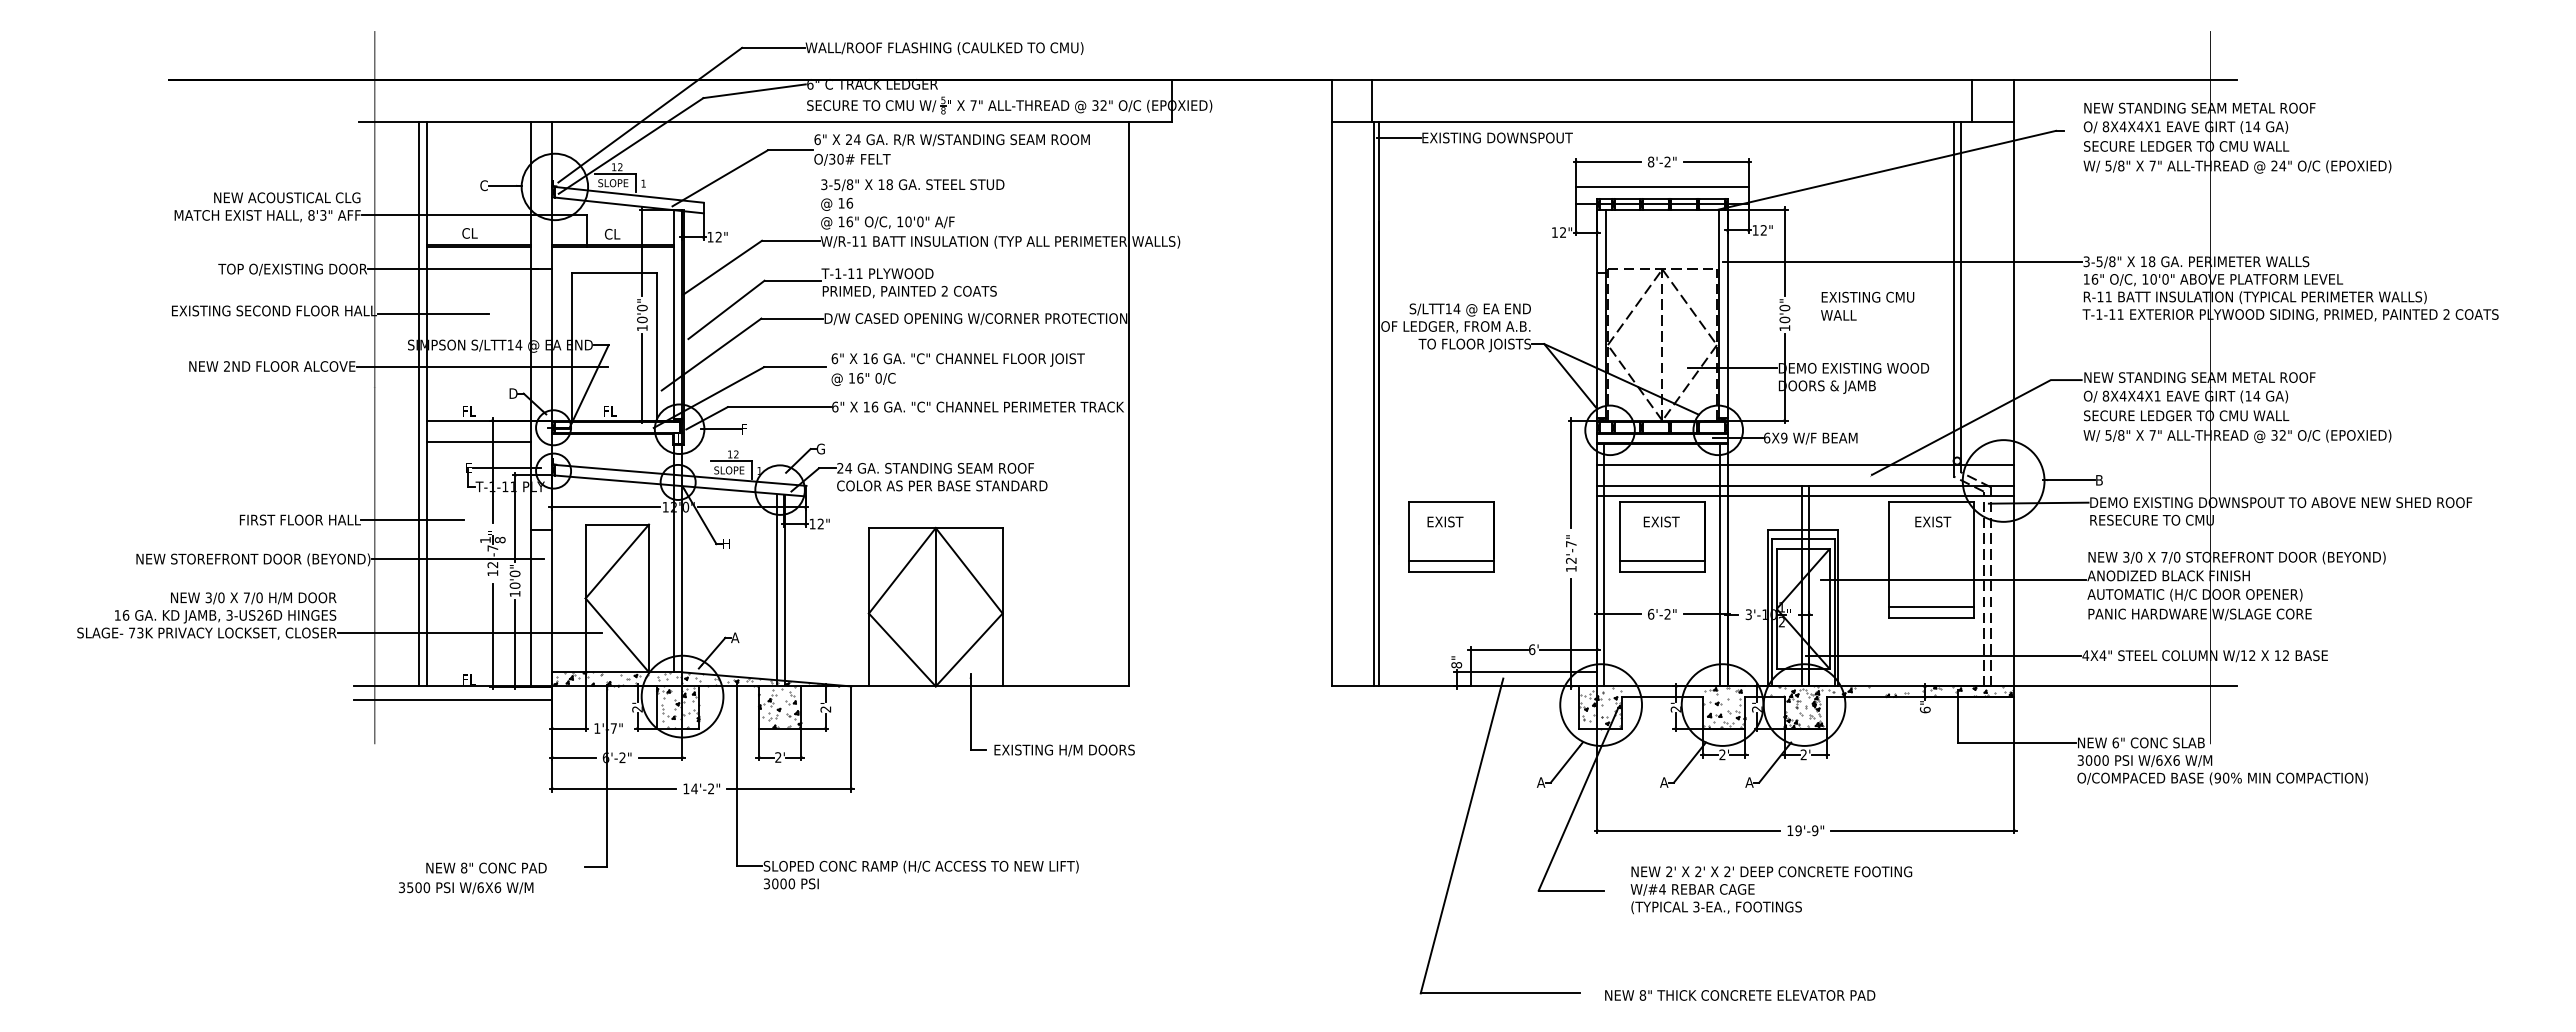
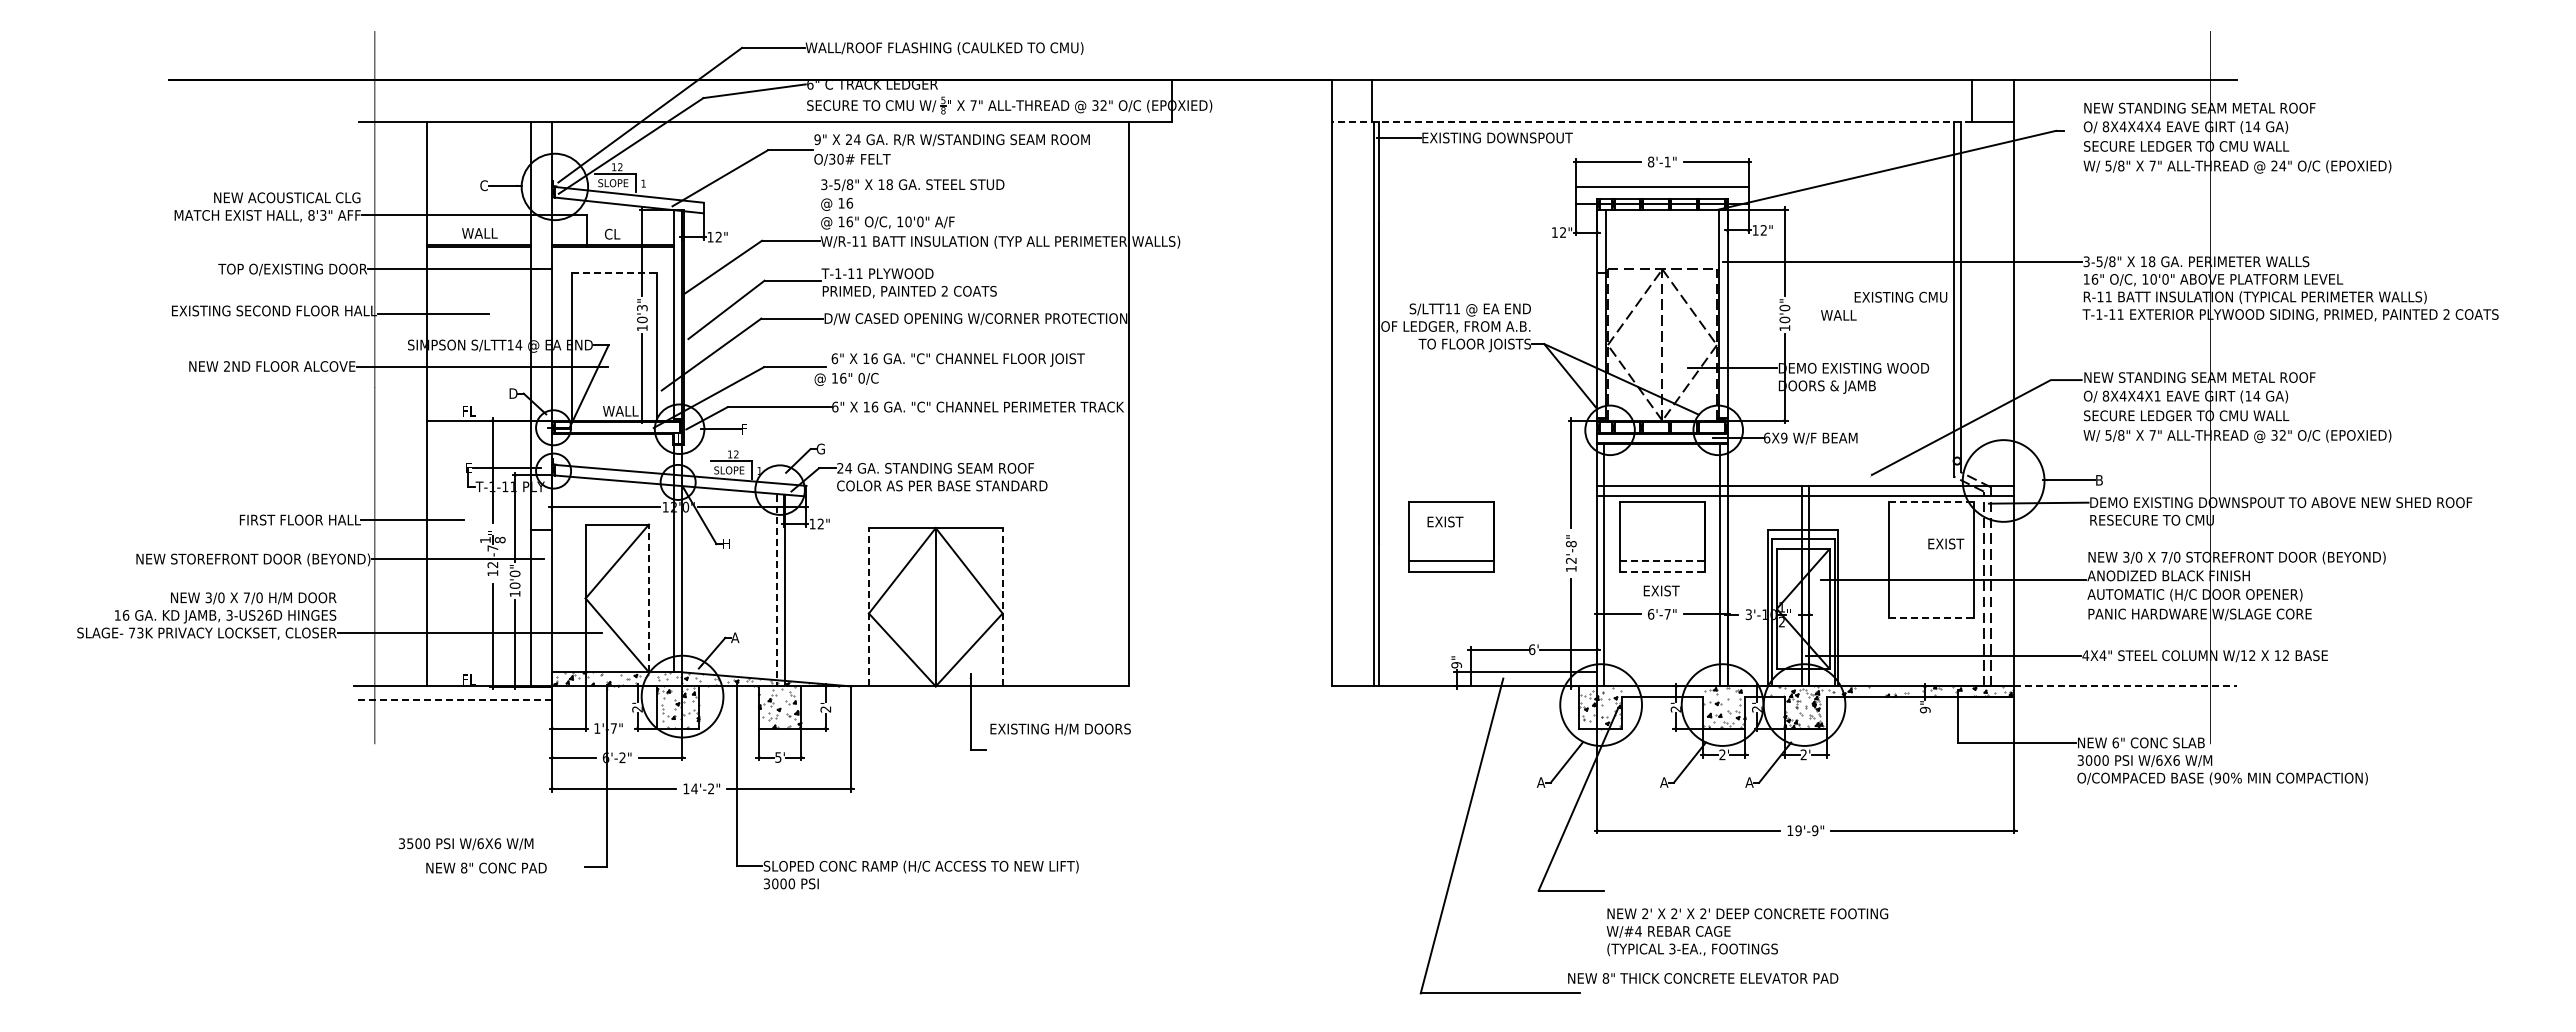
line at (1651, 121): solid -> dashed
text at (2157, 126): 8X4X4X1 -> 8X4X4X4
text at (817, 139): 6" -> 9"
text at (1667, 161): 8'-2" -> 8'-1"
text at (479, 233): CL -> WALL
line at (614, 272): solid -> dashed
text at (1867, 296) position: (1867, 296) -> (1900, 296)
text at (642, 307): 10'0" -> 10'3"
text at (1456, 308): S/LTT14 -> S/LTT11
text at (863, 379) position: (863, 379) -> (846, 379)
line at (418, 403): present -> none
text at (620, 411): FL -> WALL
line at (479, 441): present -> none
line at (1805, 464): present -> none
line at (1932, 501): solid -> dashed
text at (1661, 521) position: (1661, 521) -> (1661, 590)
text at (1933, 521) position: (1933, 521) -> (1946, 543)
text at (1571, 544): 12'-7" -> 12'-8"
line at (1662, 561): solid -> dashed
line at (1662, 572): solid -> dashed
line at (777, 589): solid -> dashed
line at (649, 598): solid -> dashed
line at (868, 606): solid -> dashed
line at (1002, 606): solid -> dashed
line at (1931, 607): present -> none
text at (1667, 614): 6'-2" -> 6'-7"
line at (1932, 617): solid -> dashed
text at (1456, 665): 8" -> 9"
line at (2126, 686): solid -> dashed
line at (452, 700): solid -> dashed
text at (1925, 709): 6" -> 9"
text at (1064, 750) position: (1064, 750) -> (1060, 729)
text at (778, 757): 2' -> 5'
text at (466, 888) position: (466, 888) -> (466, 844)
text at (1771, 890) position: (1771, 890) -> (1747, 932)
text at (1740, 995) position: (1740, 995) -> (1703, 978)
